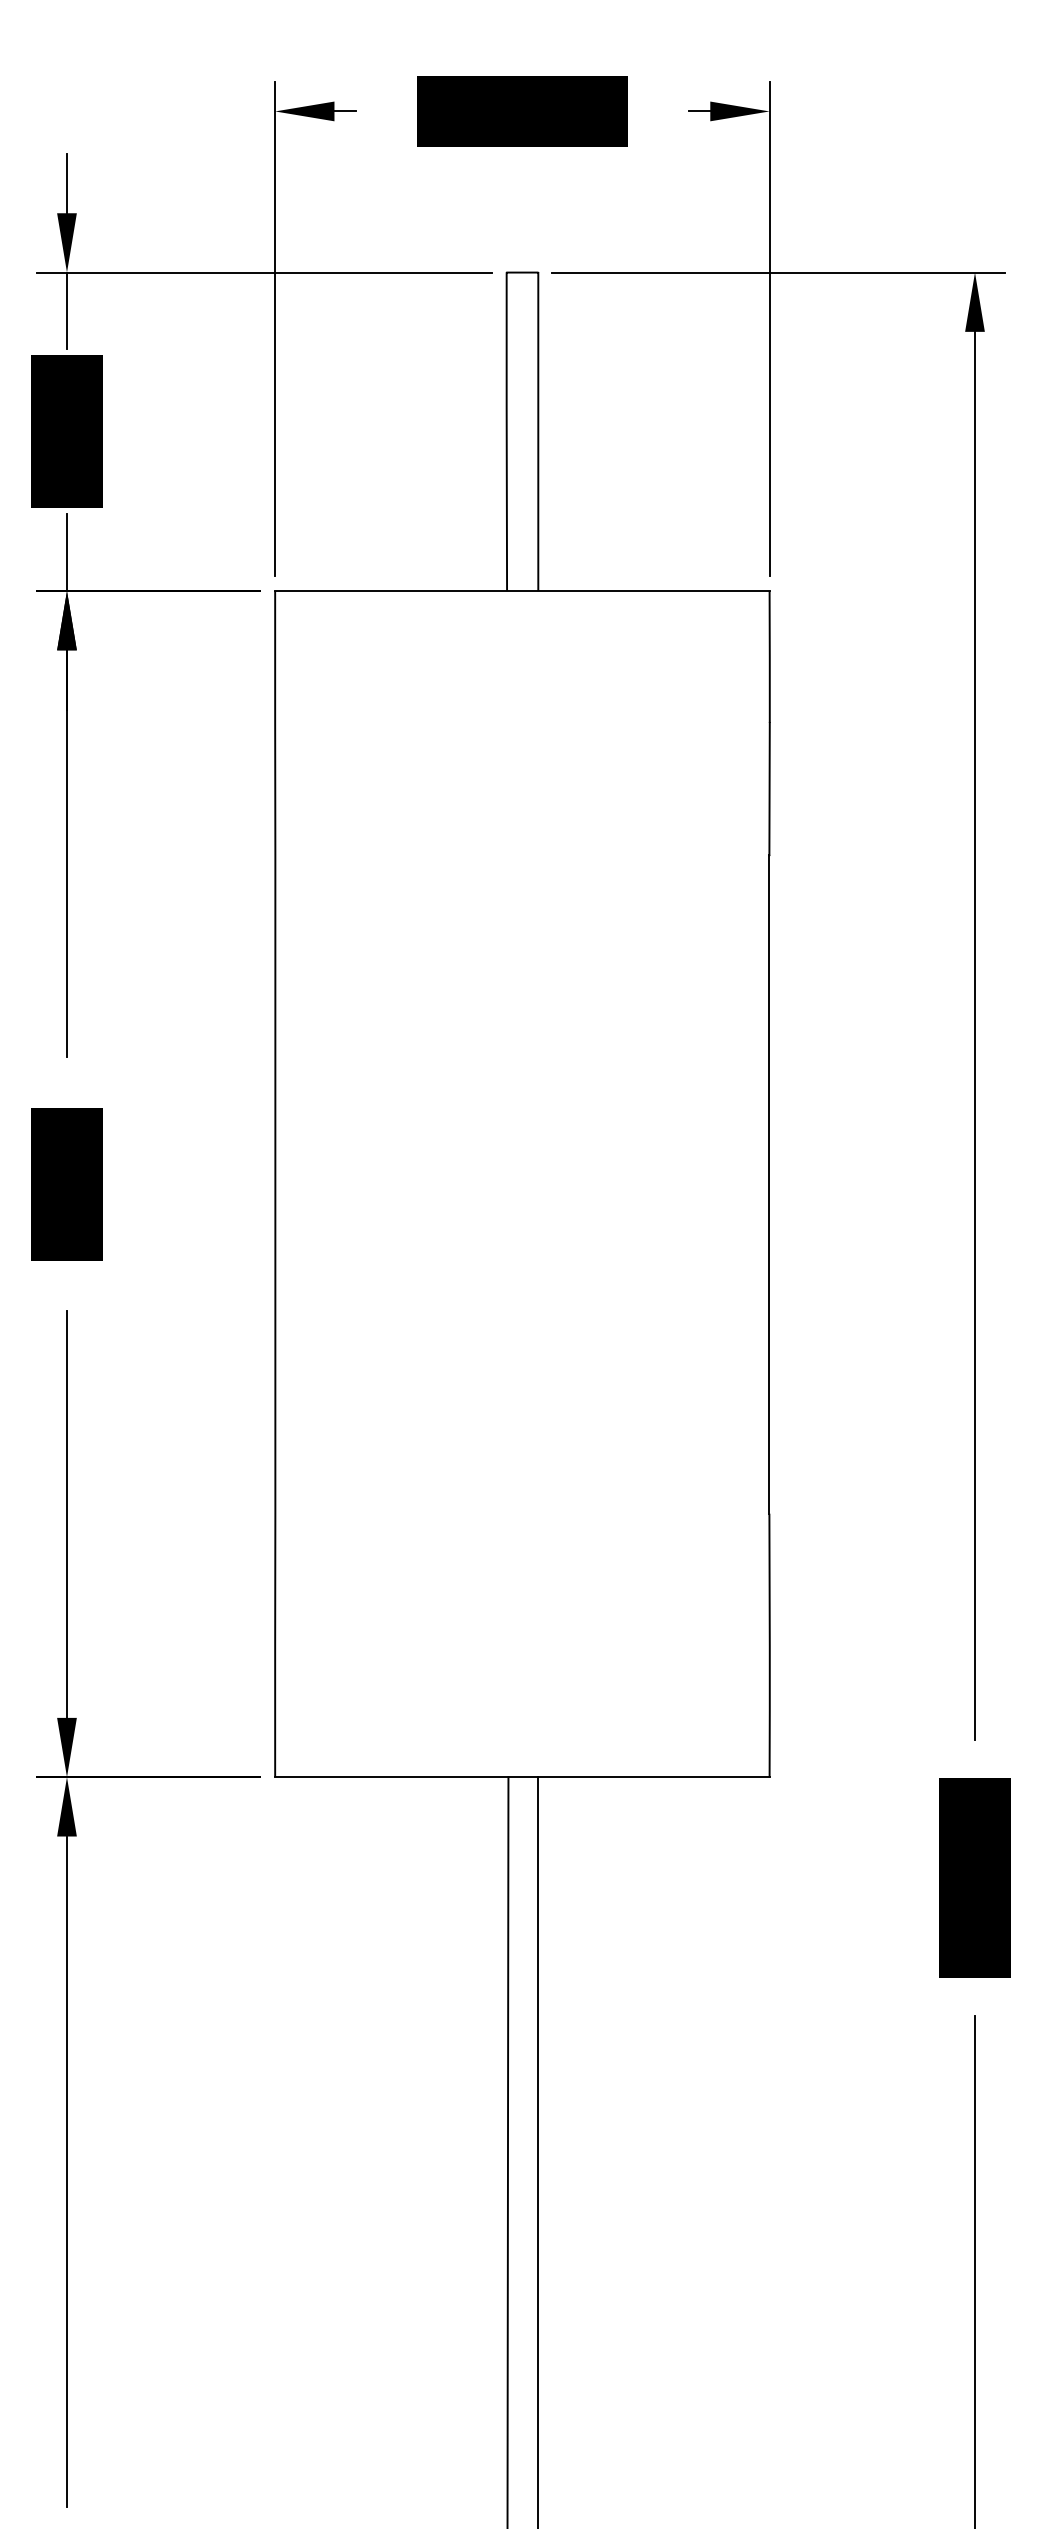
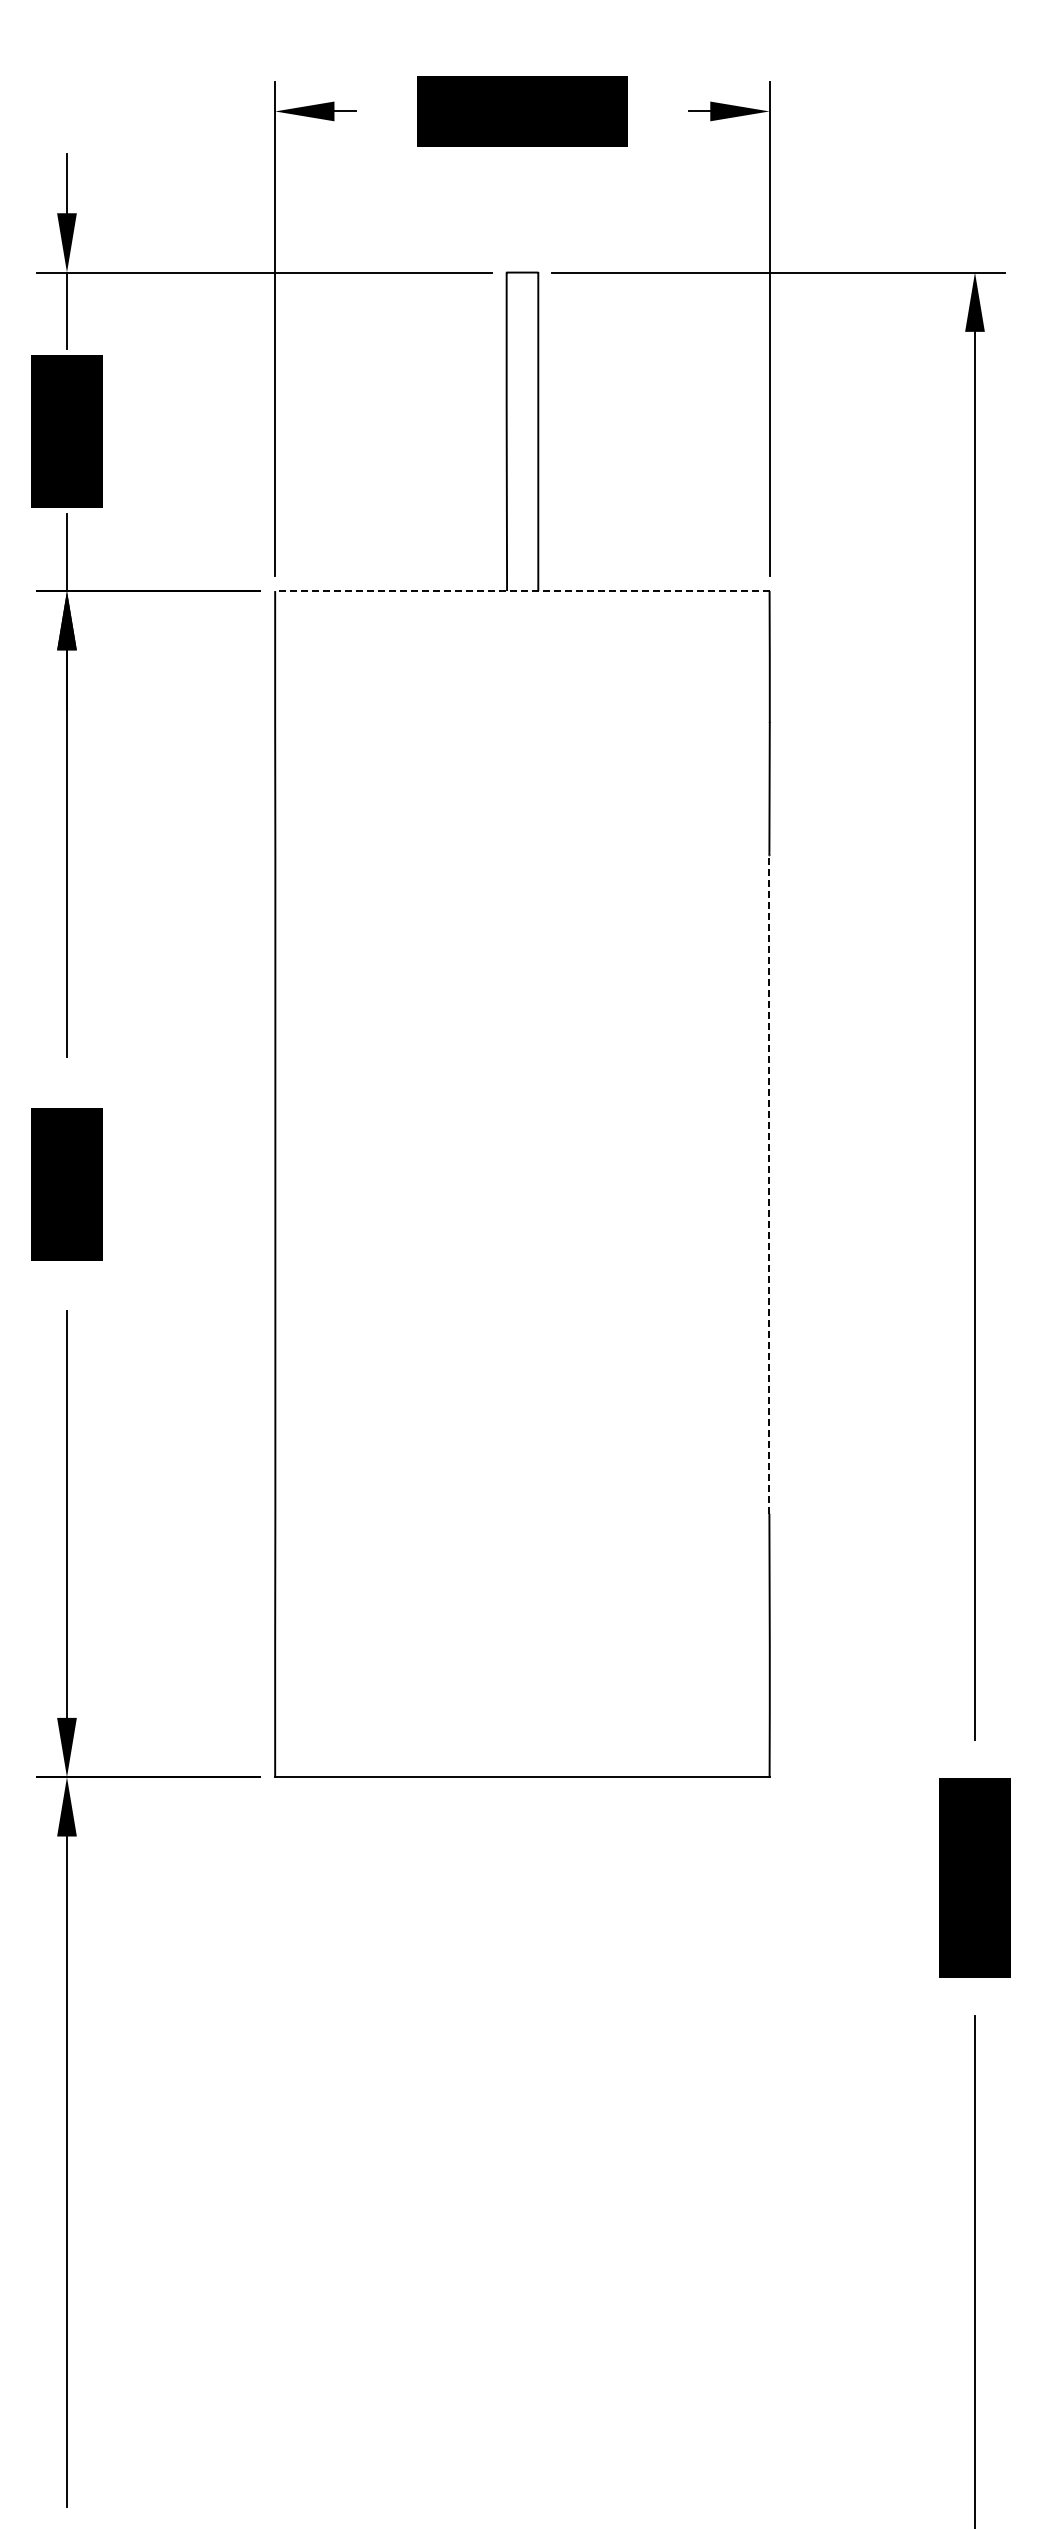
line at (521, 591): solid -> dashed
line at (769, 1184): solid -> dashed
line at (507, 2151): present -> none
line at (538, 2151): present -> none
